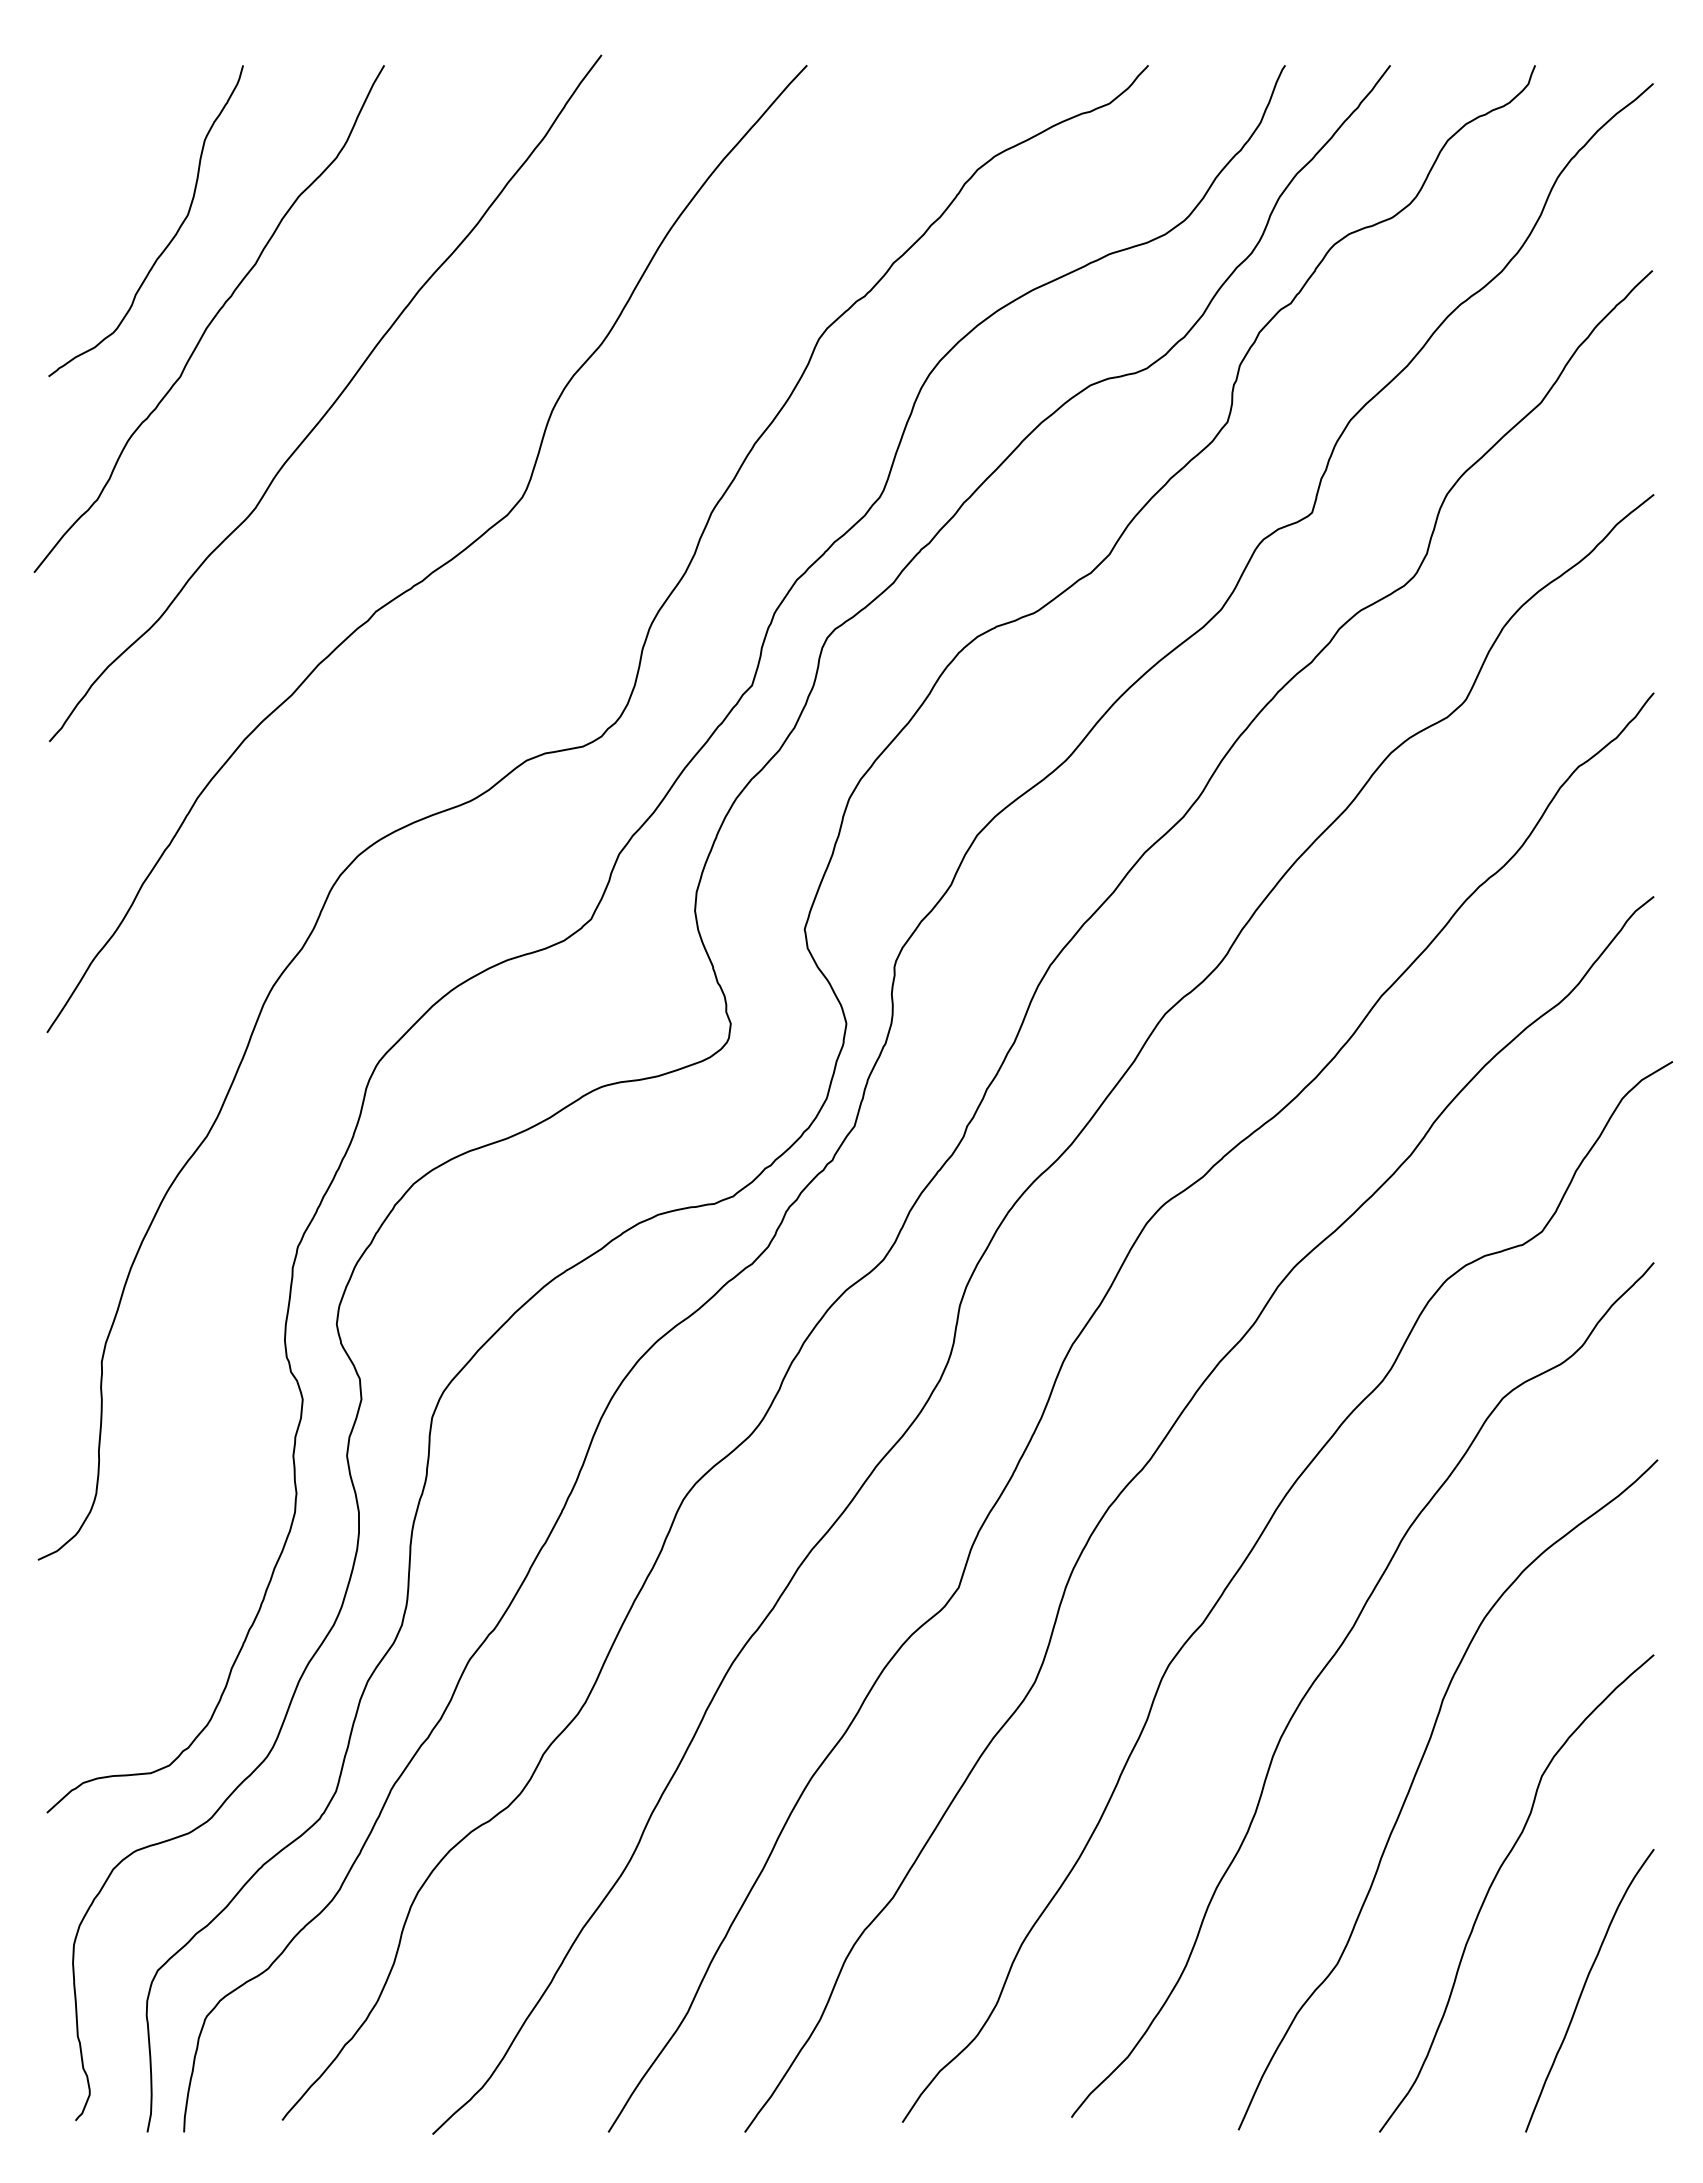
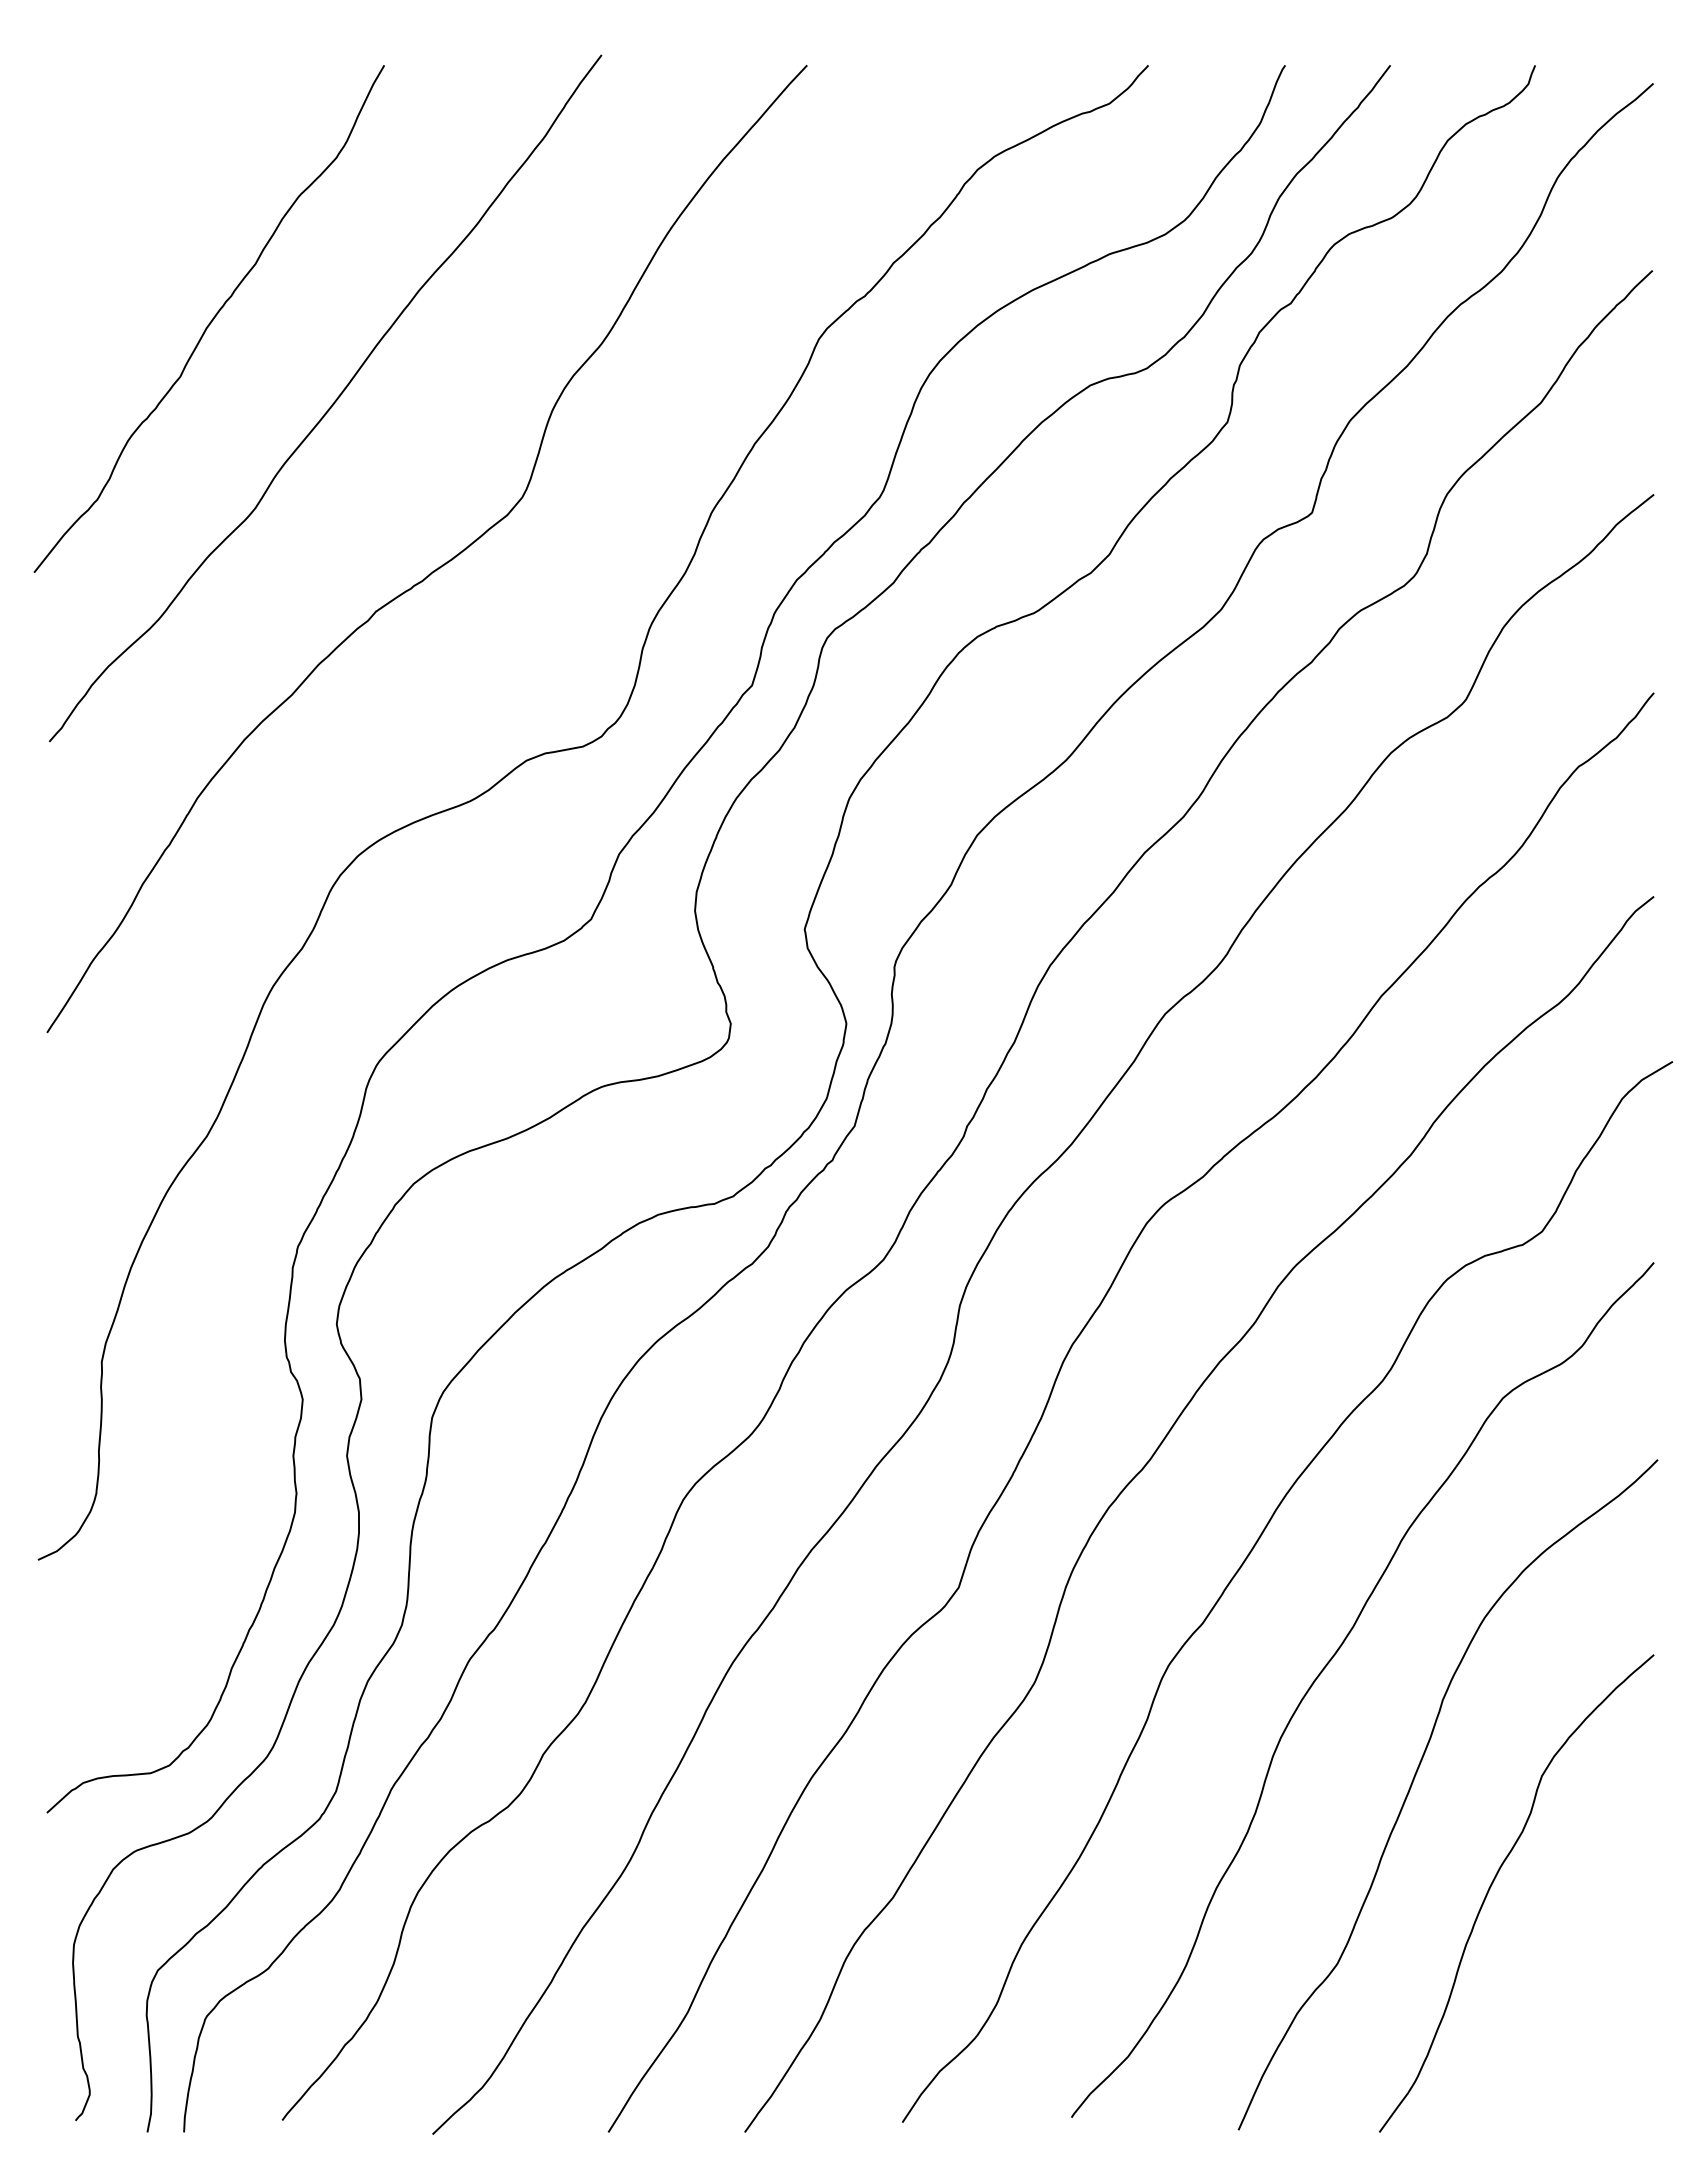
curve at (169, 241): present -> none
curve at (1584, 1988): present -> none
